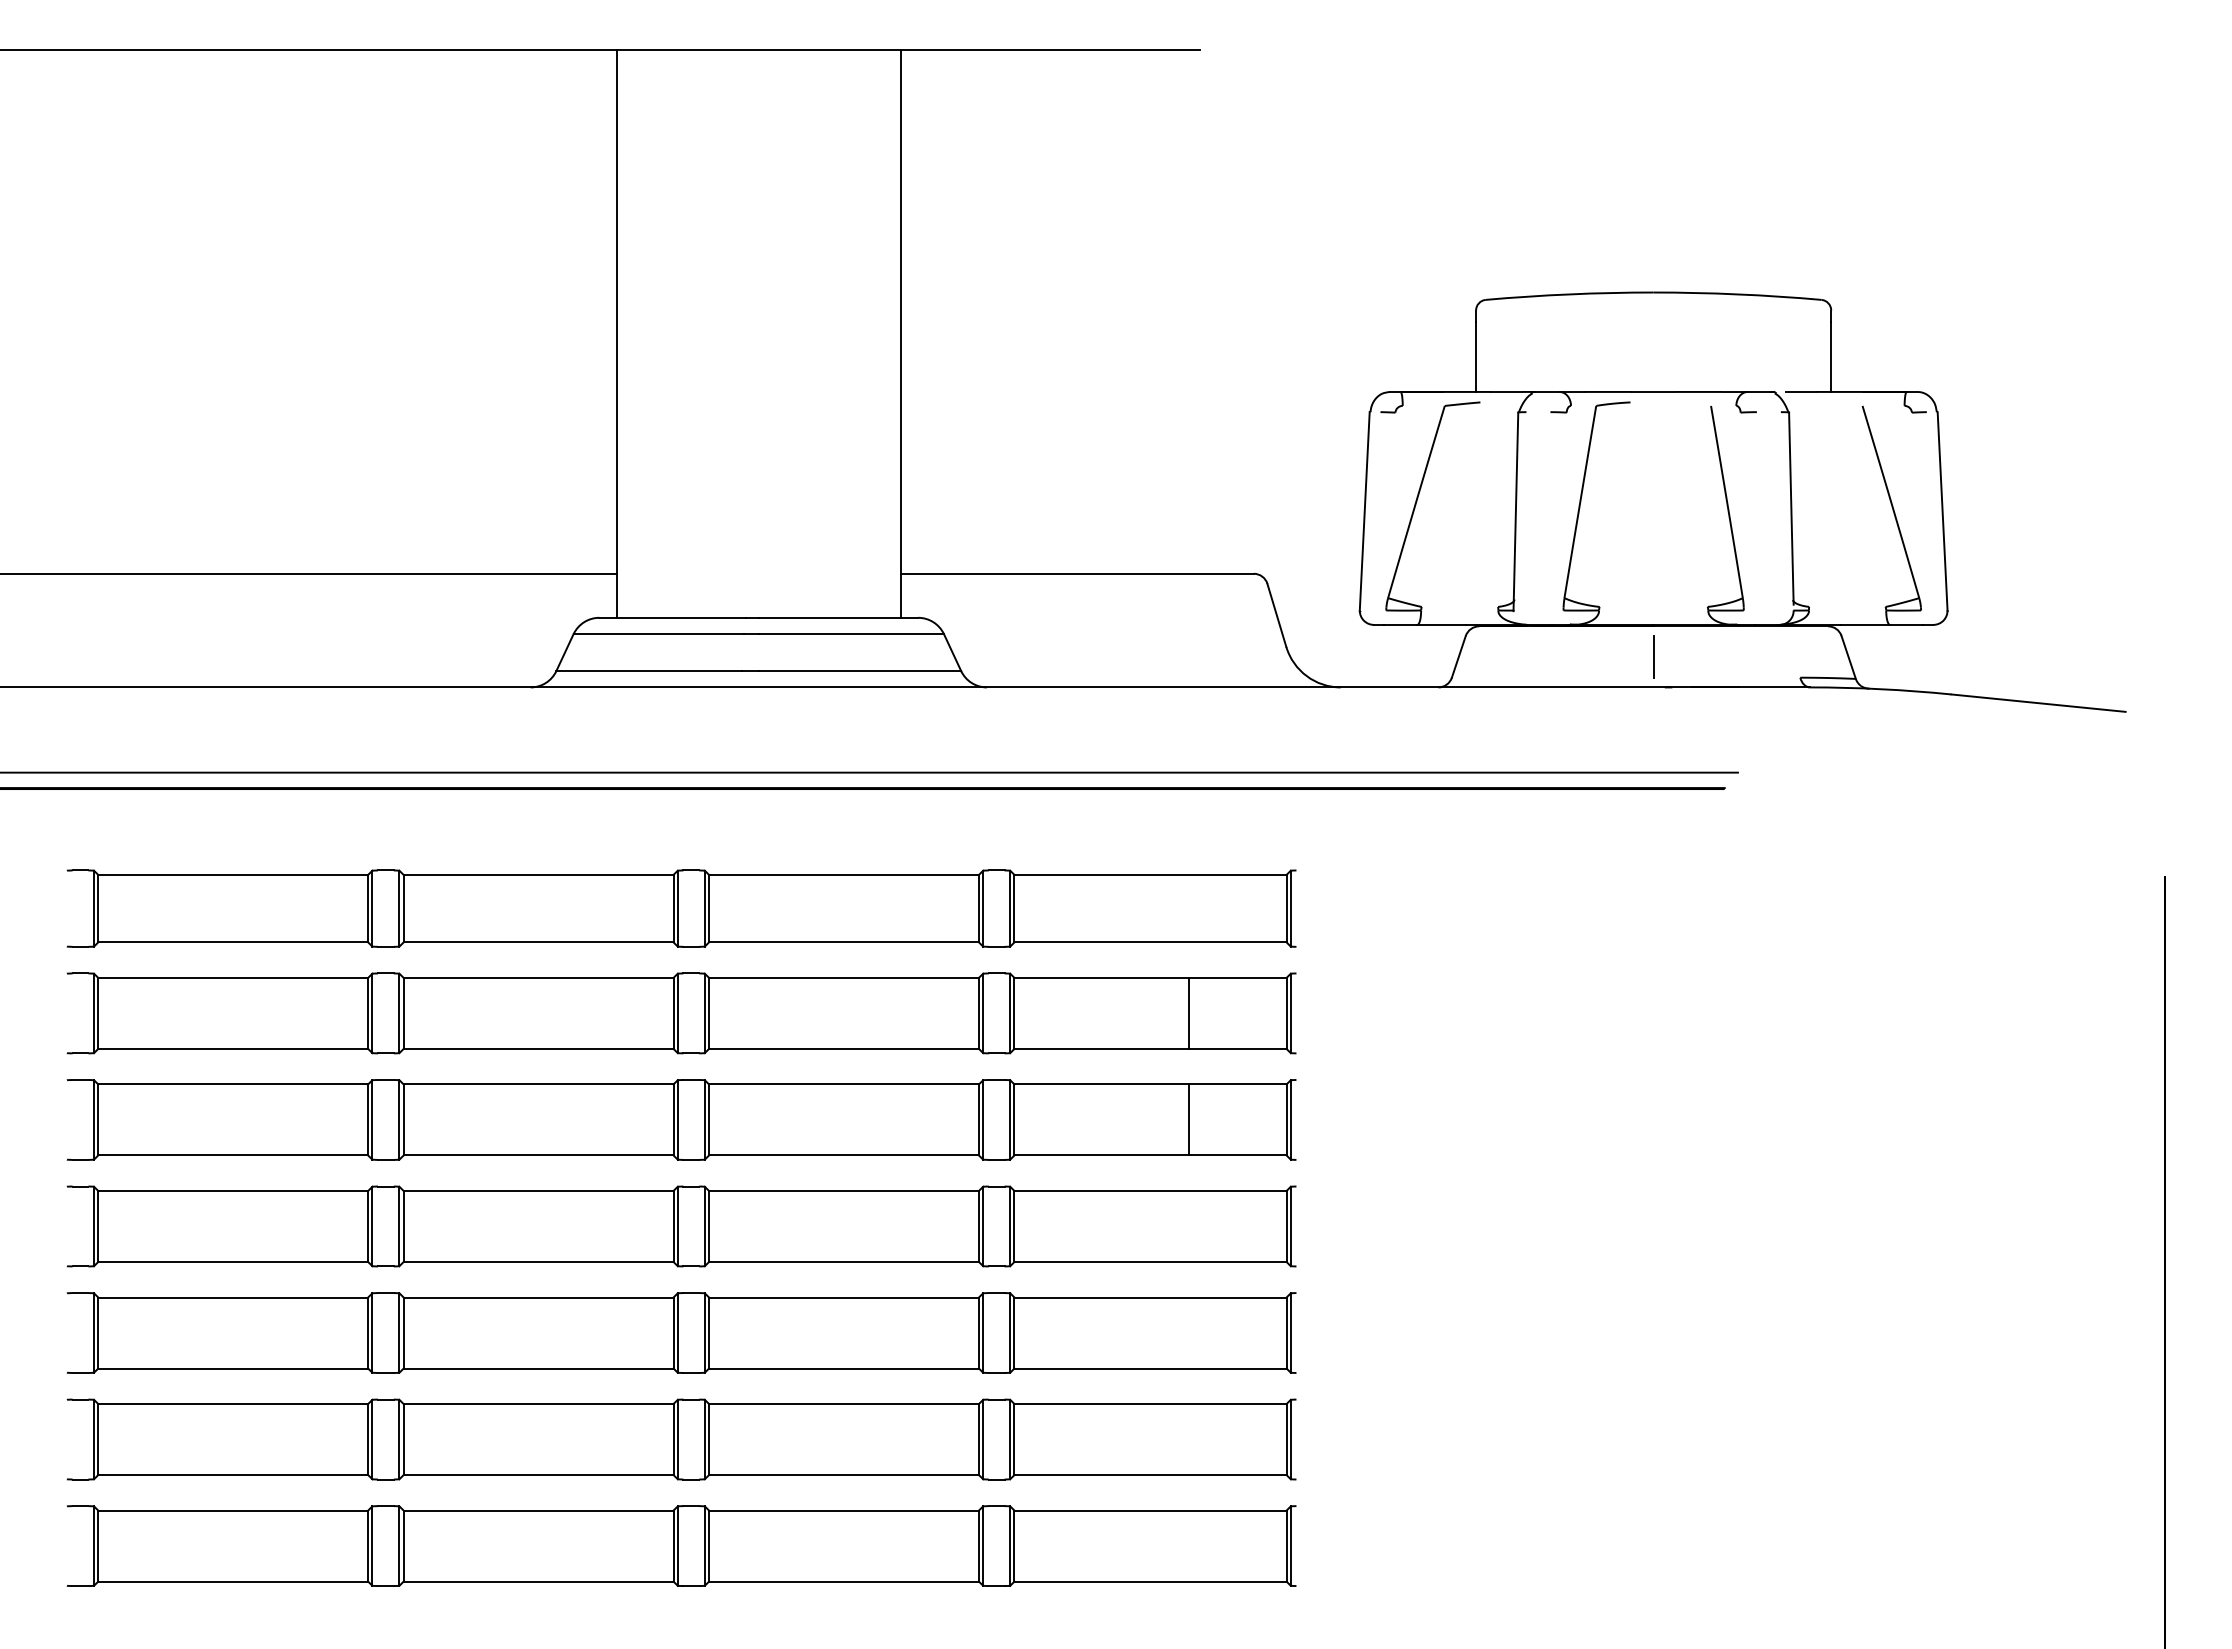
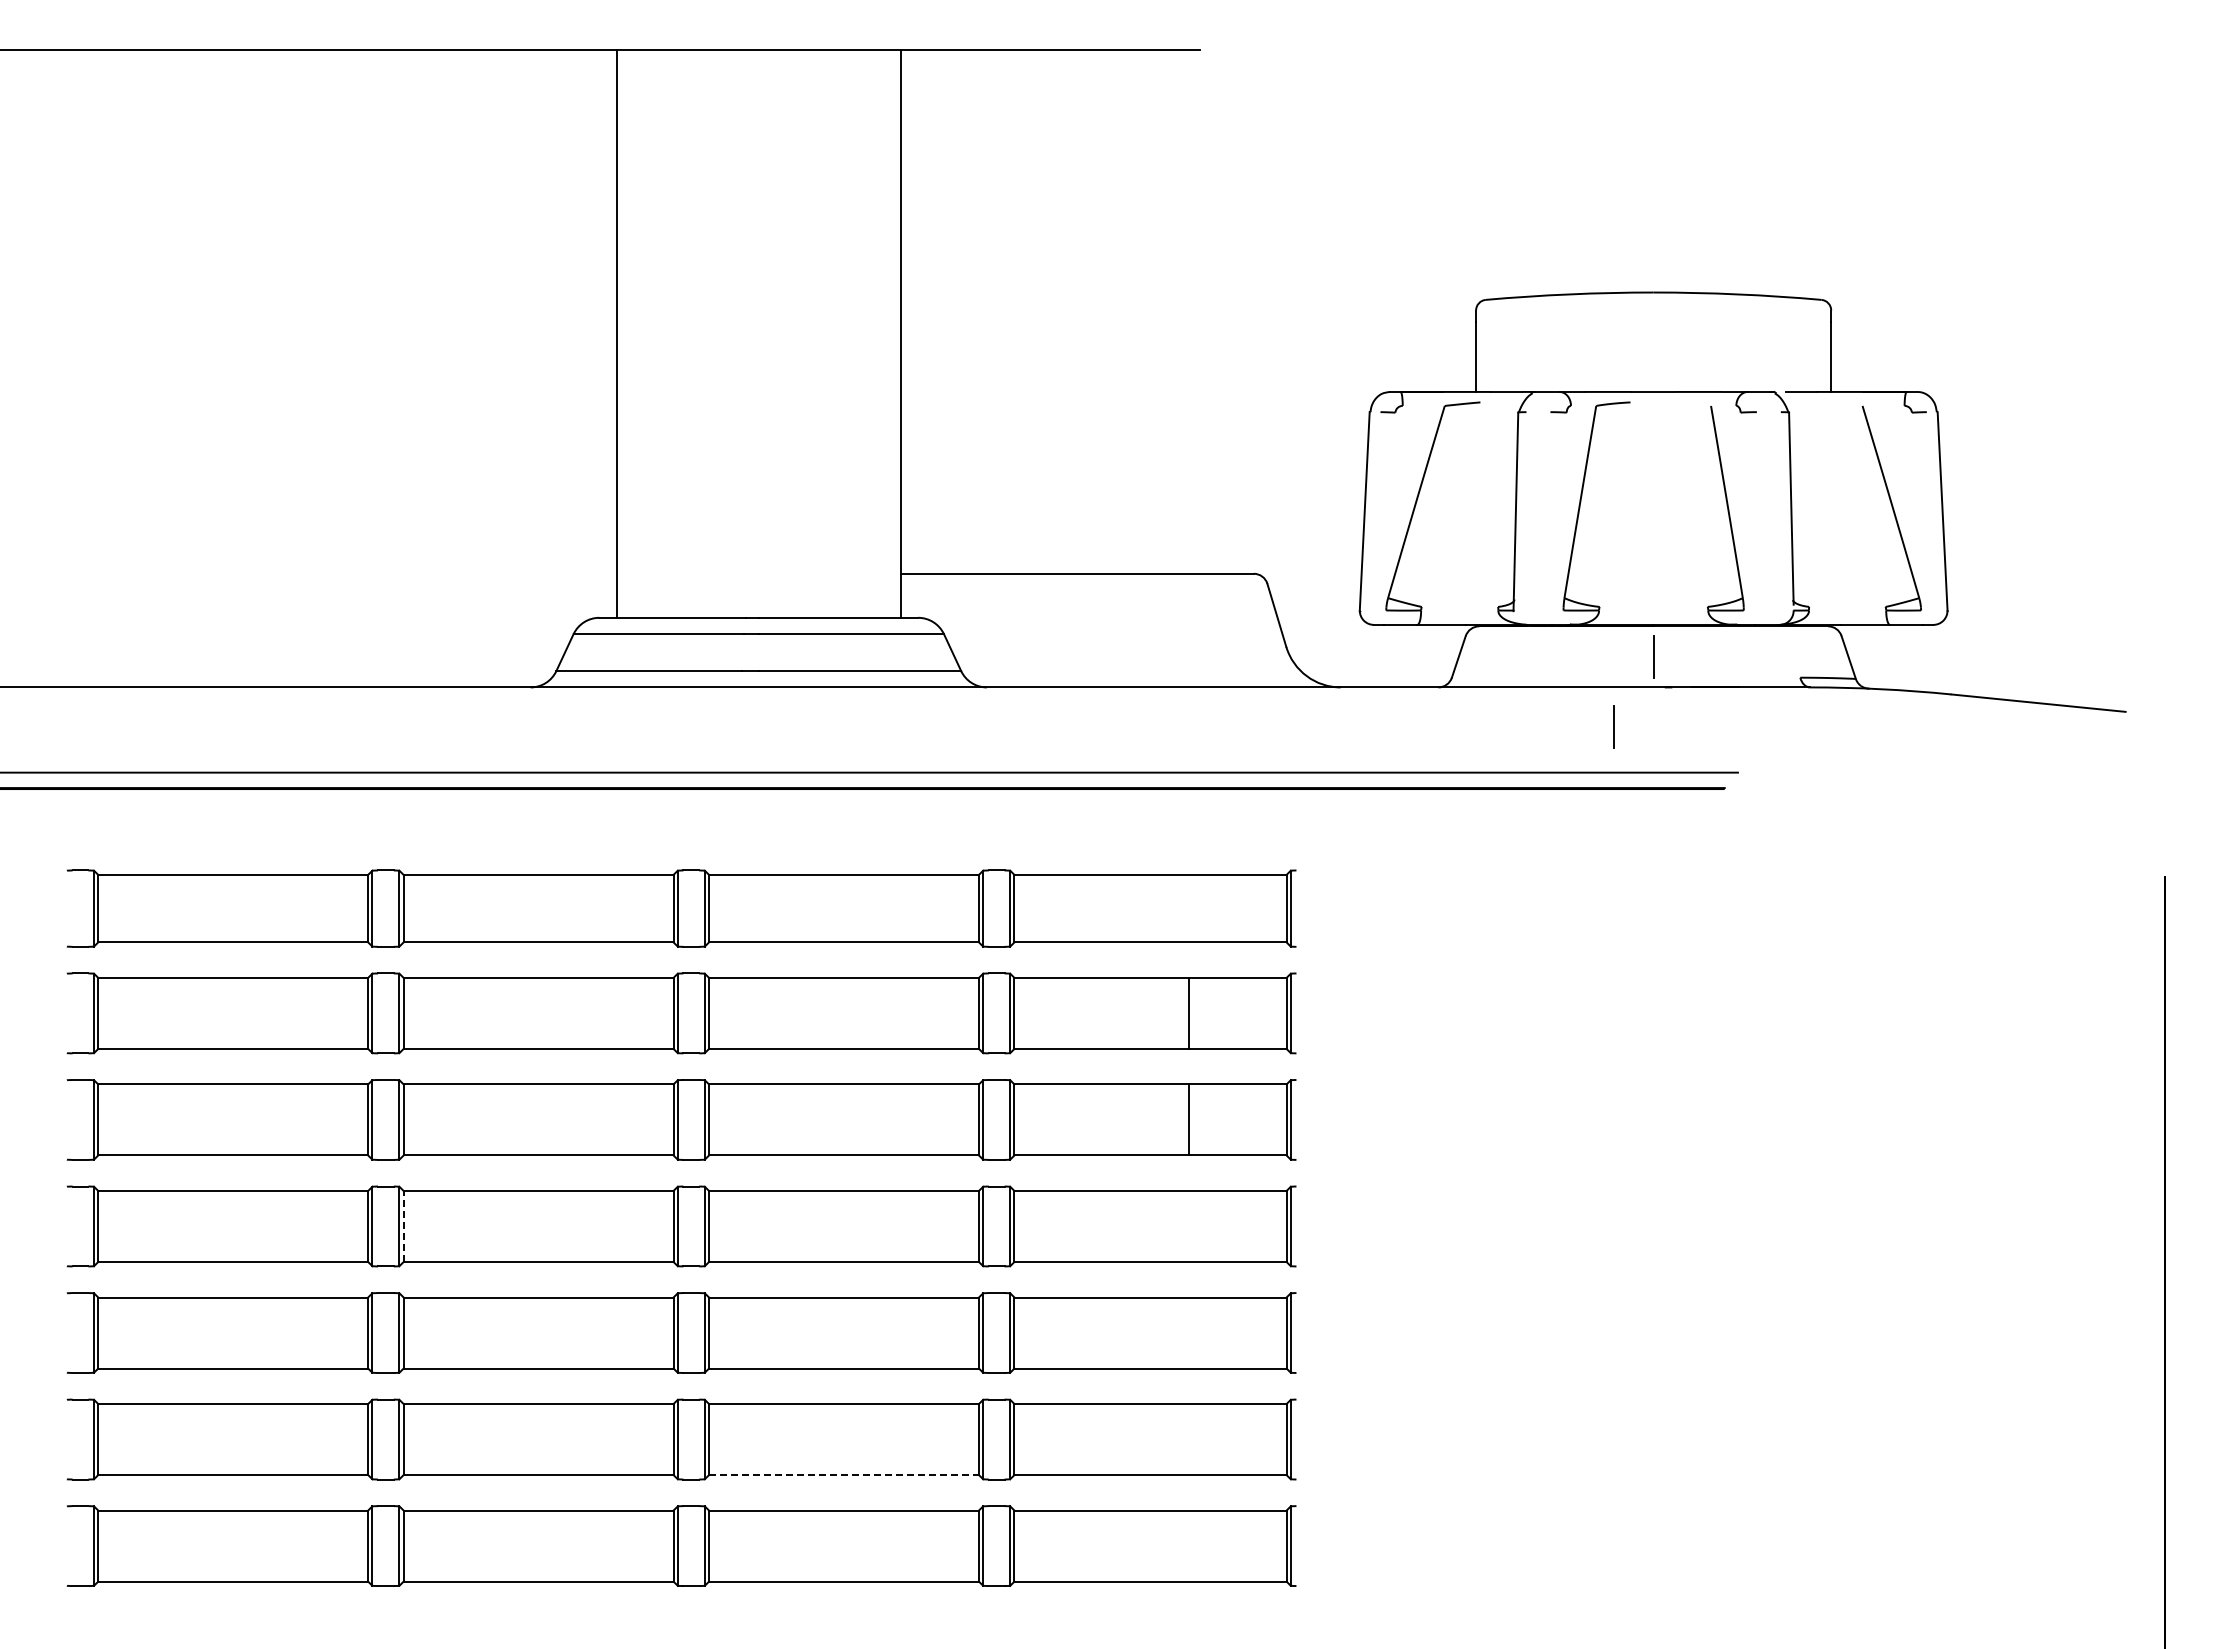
line at (309, 573): present -> none
line at (1613, 726): none -> present
line at (403, 1226): solid -> dashed
line at (844, 1475): solid -> dashed
